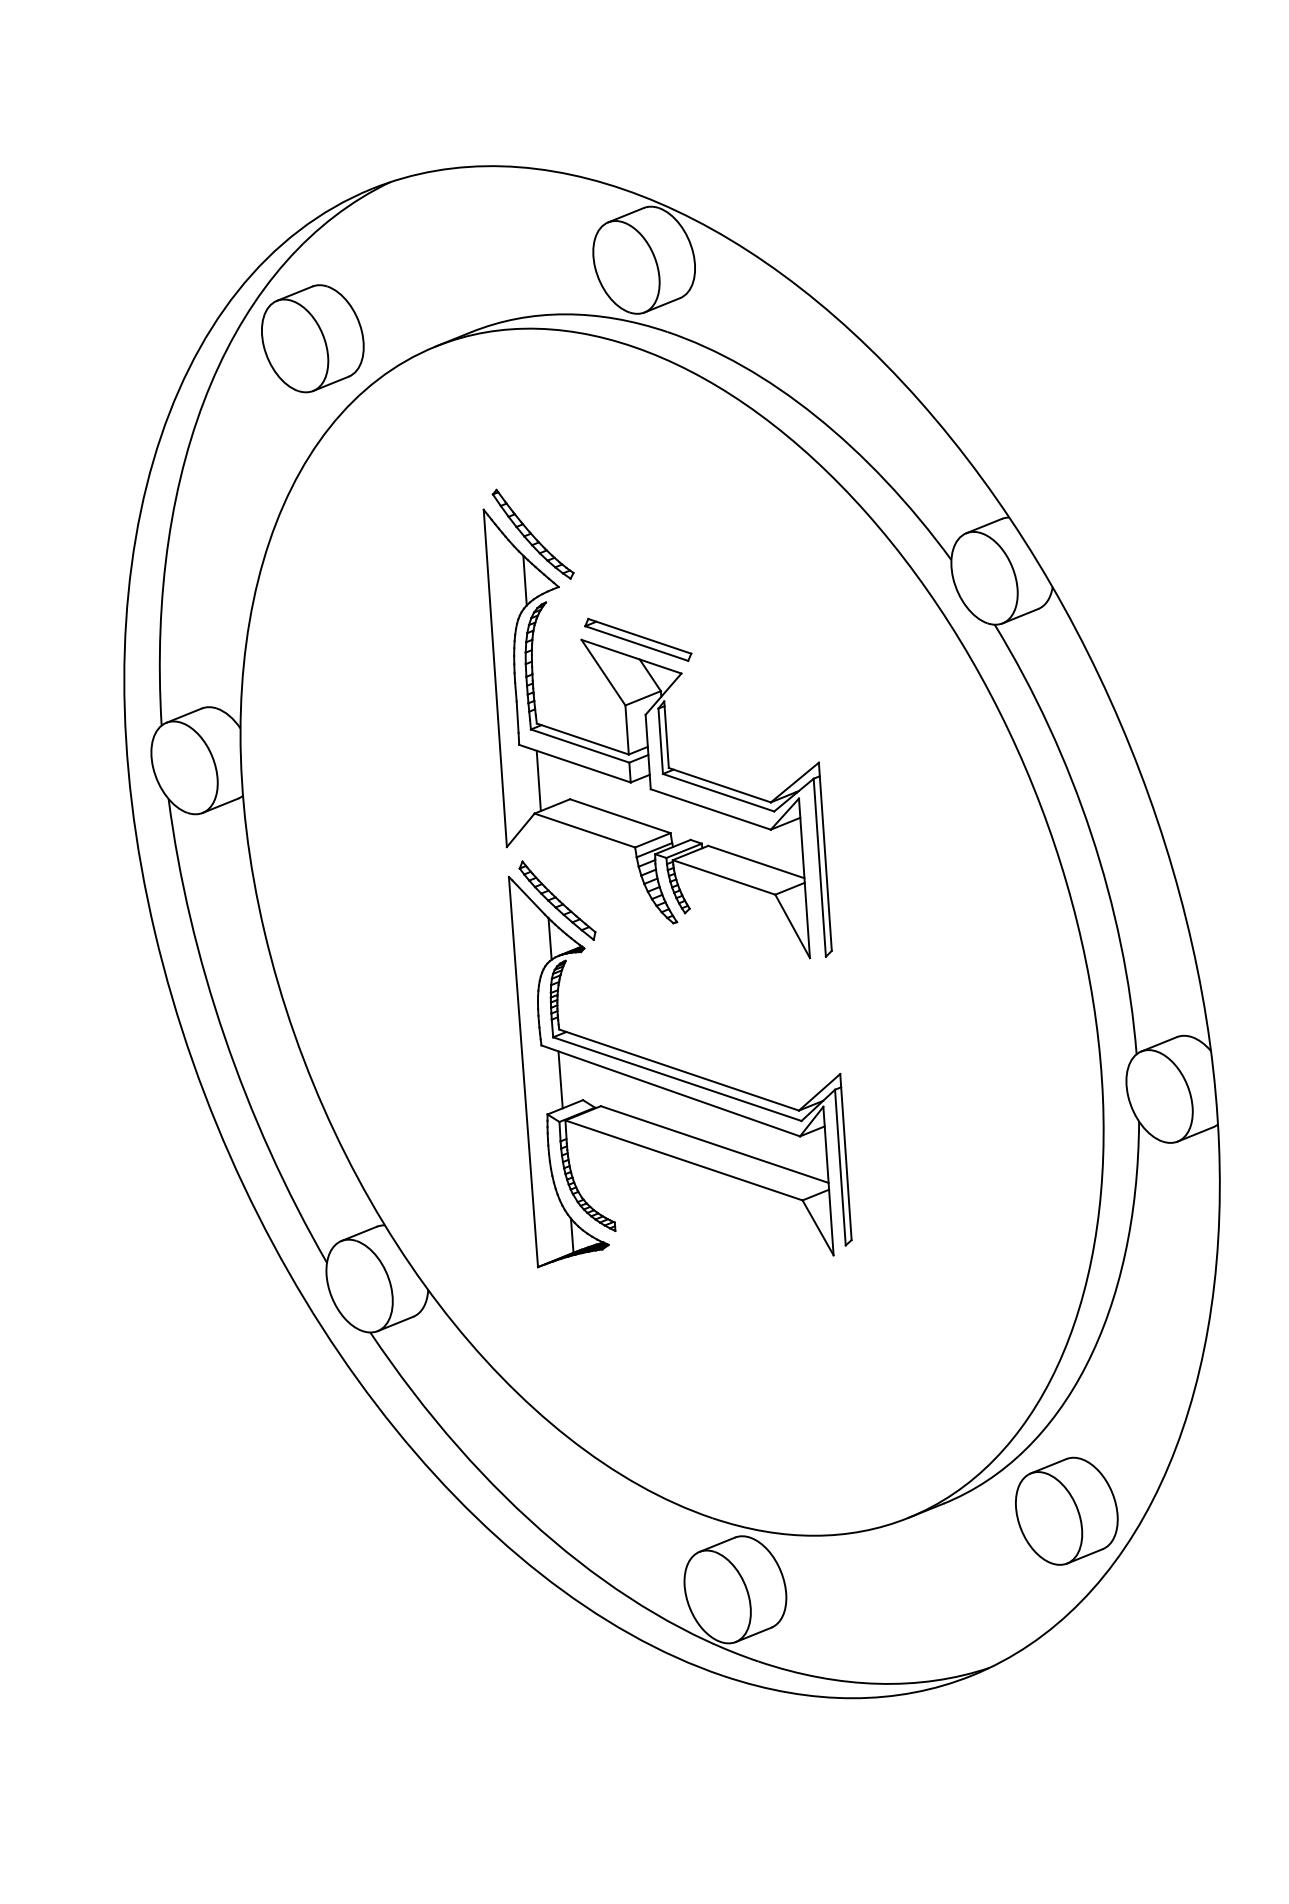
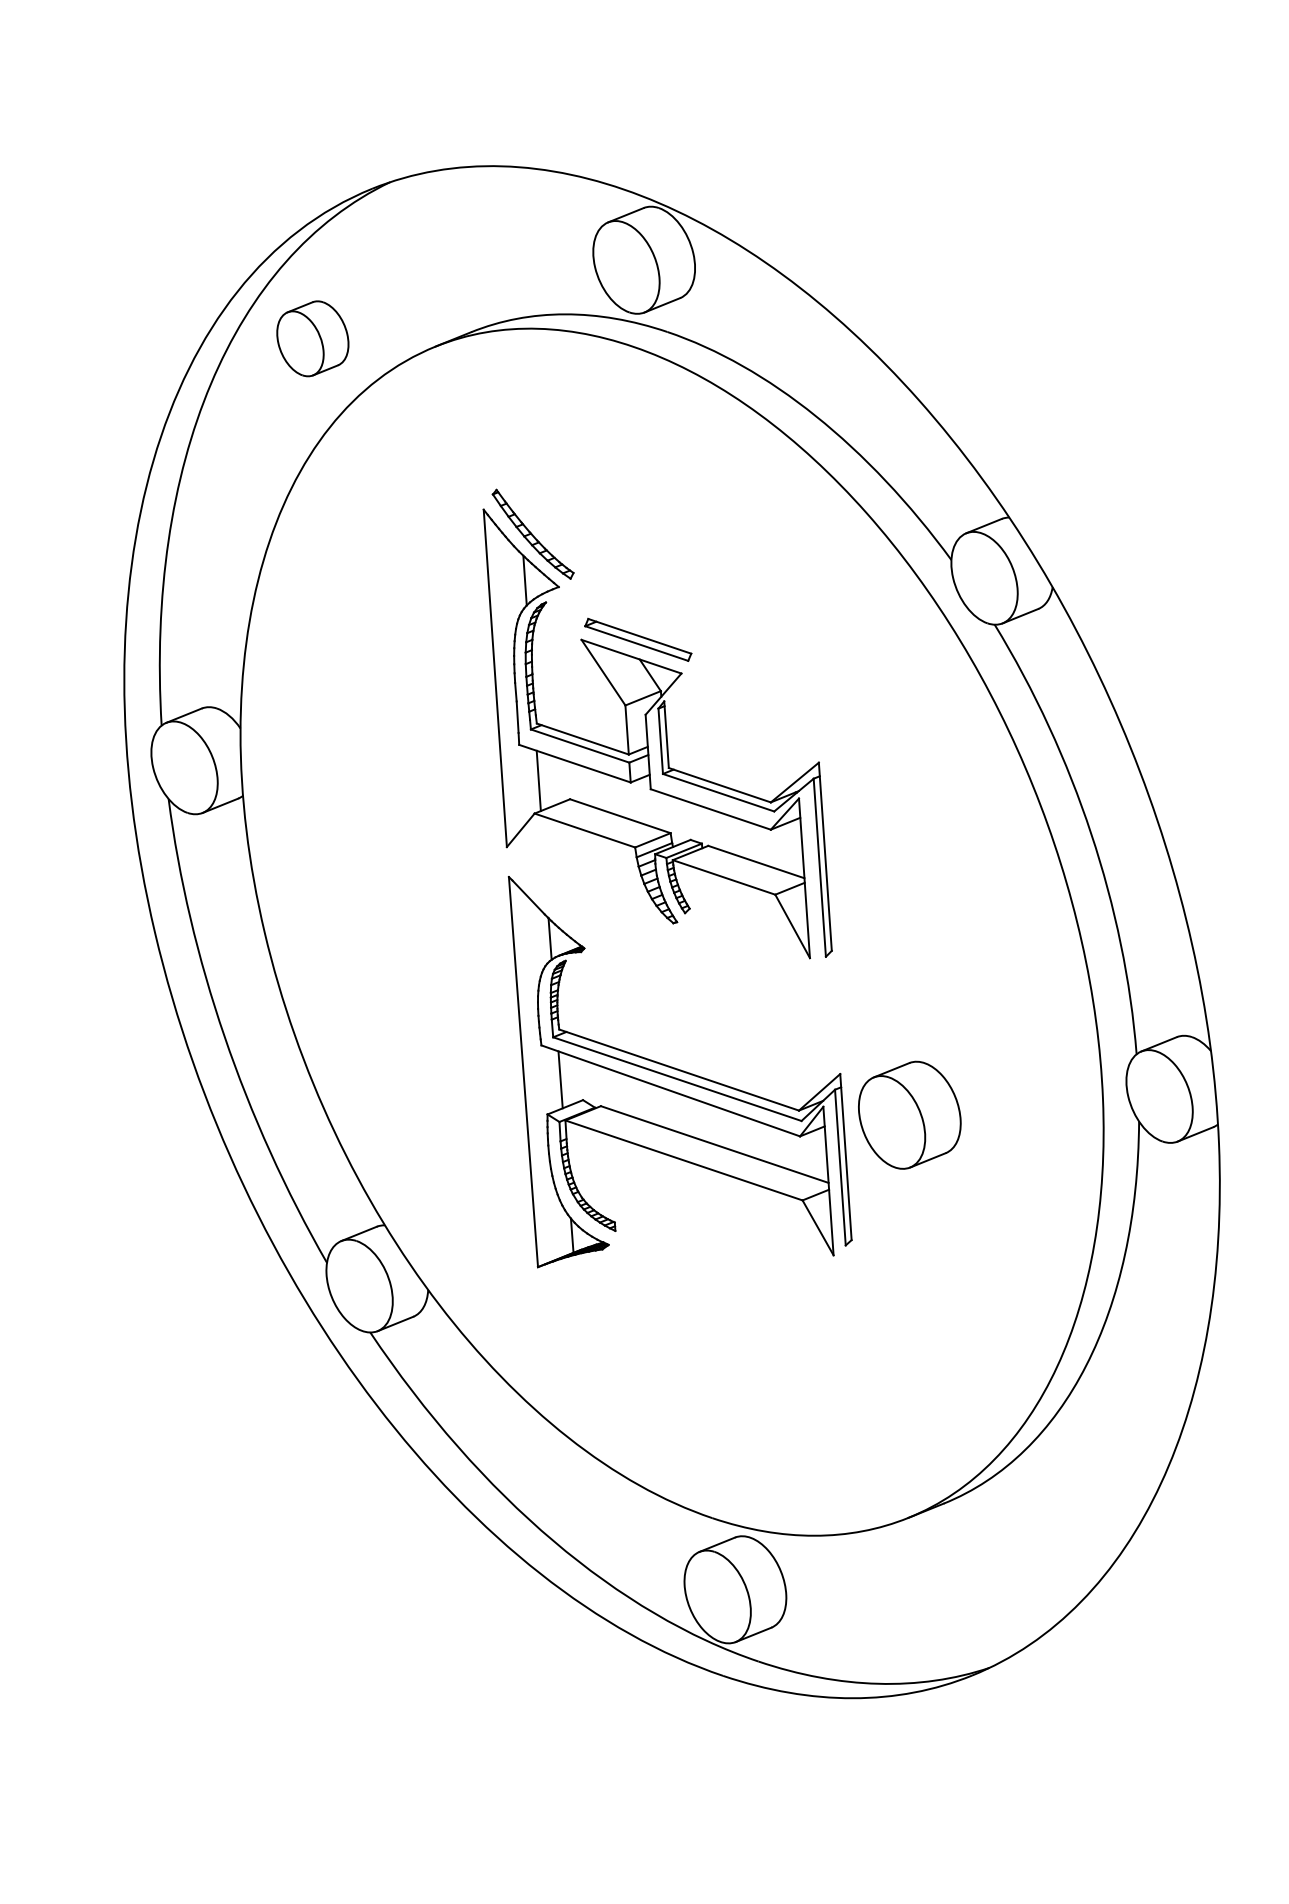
part at (312, 338) size: 104x110 px -> 74x78 px
part at (557, 900): present -> none
part at (1066, 1510) position: (1066, 1510) -> (909, 1114)
